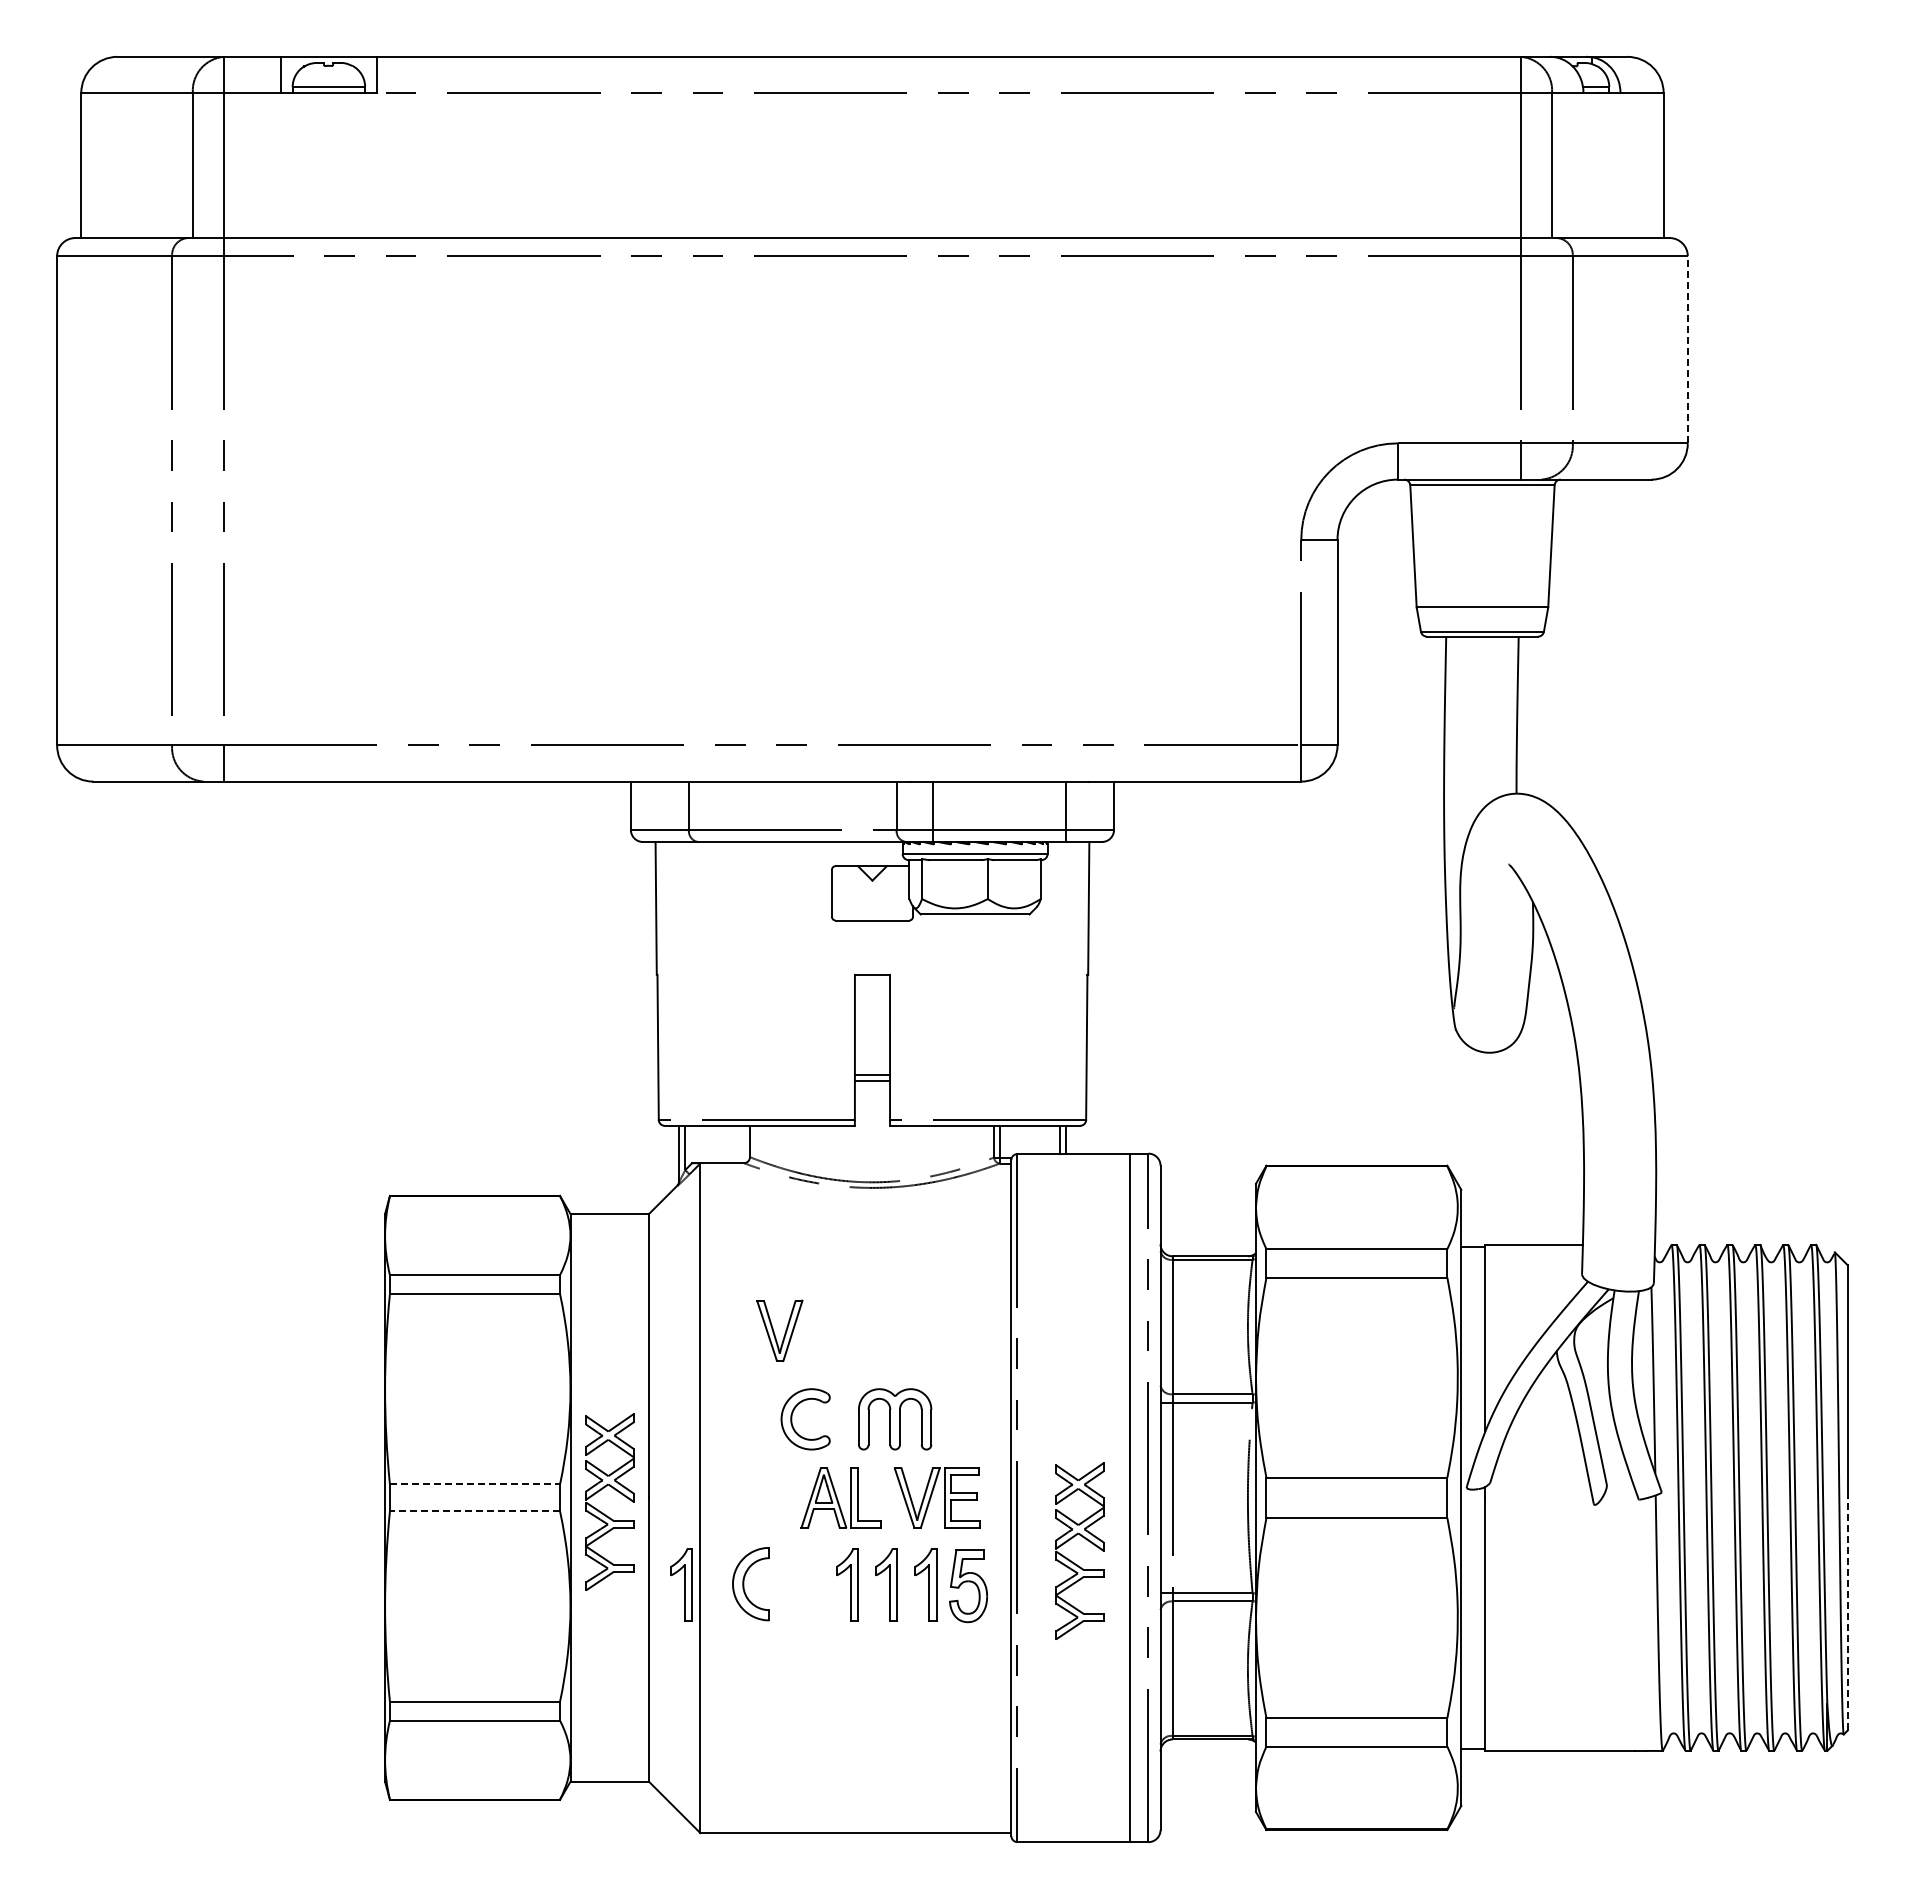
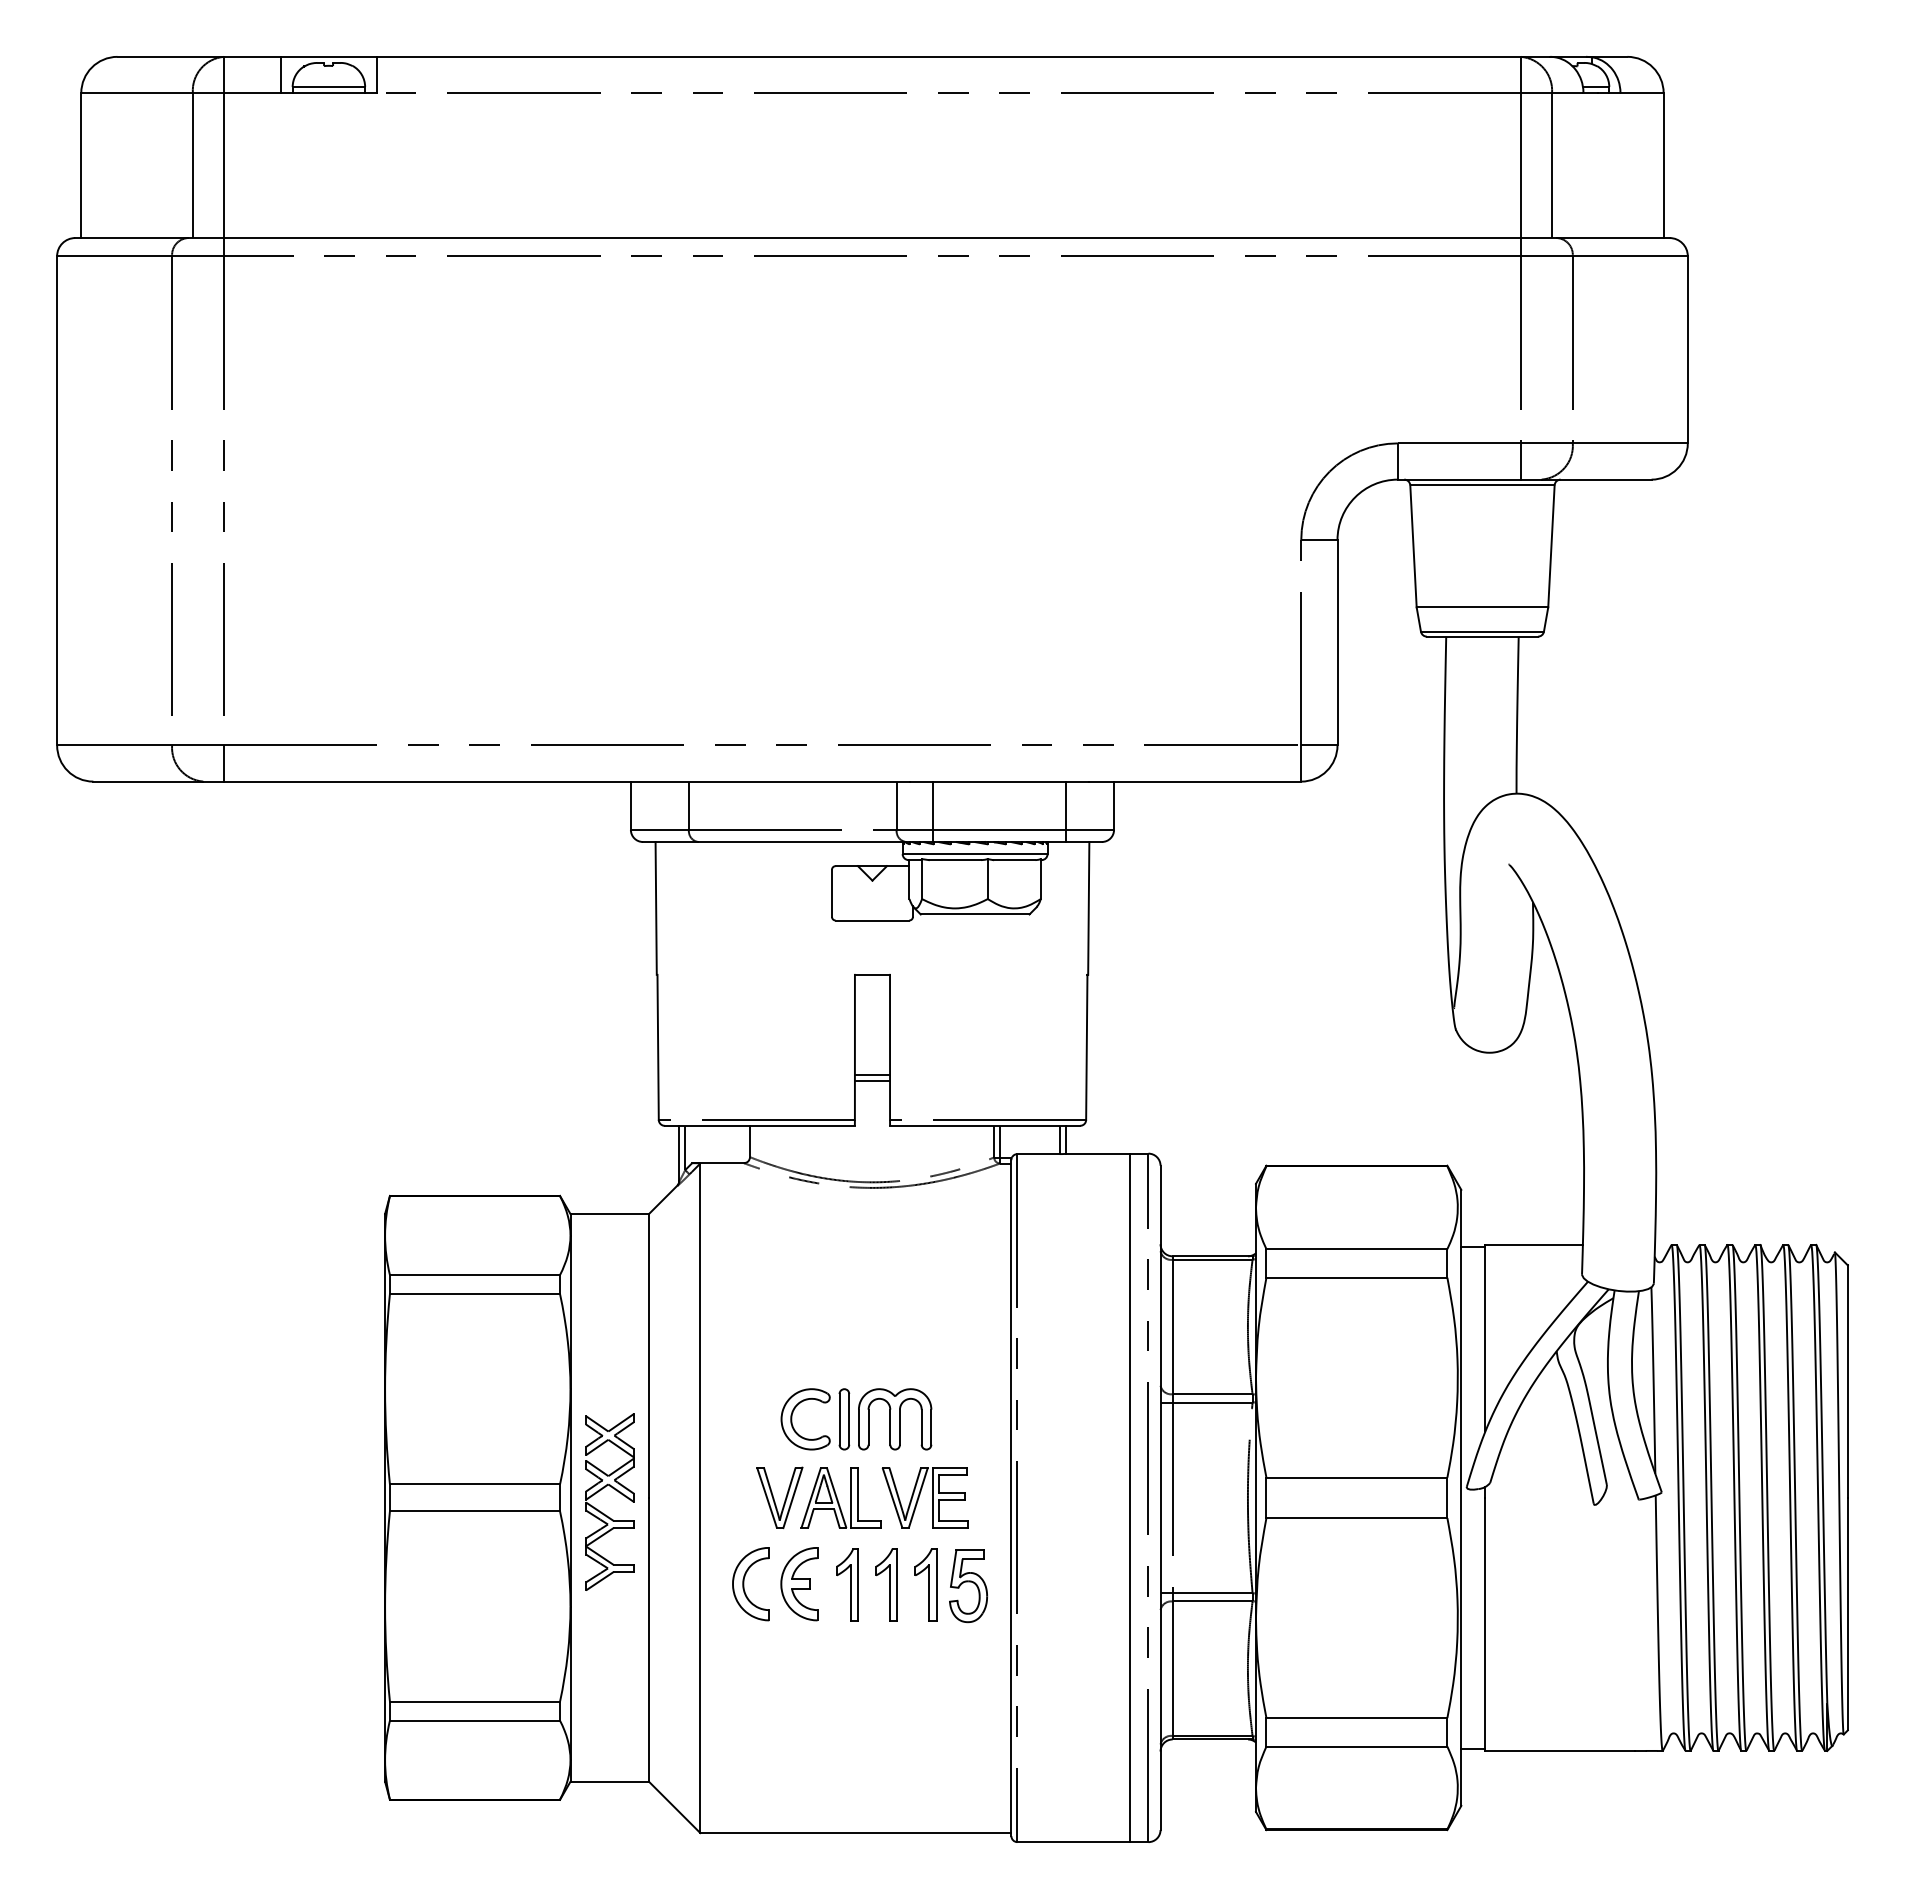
line at (1687, 349): dashed -> solid
part at (779, 1330) position: (779, 1330) -> (779, 1497)
part at (844, 1419): none -> present
line at (475, 1484): dashed -> solid
part at (936, 1497) position: (936, 1497) -> (924, 1497)
line at (474, 1511): dashed -> solid
part at (1086, 1540): present -> none
part at (681, 1584): present -> none
part at (799, 1584): none -> present
line at (1847, 1613): dashed -> solid
